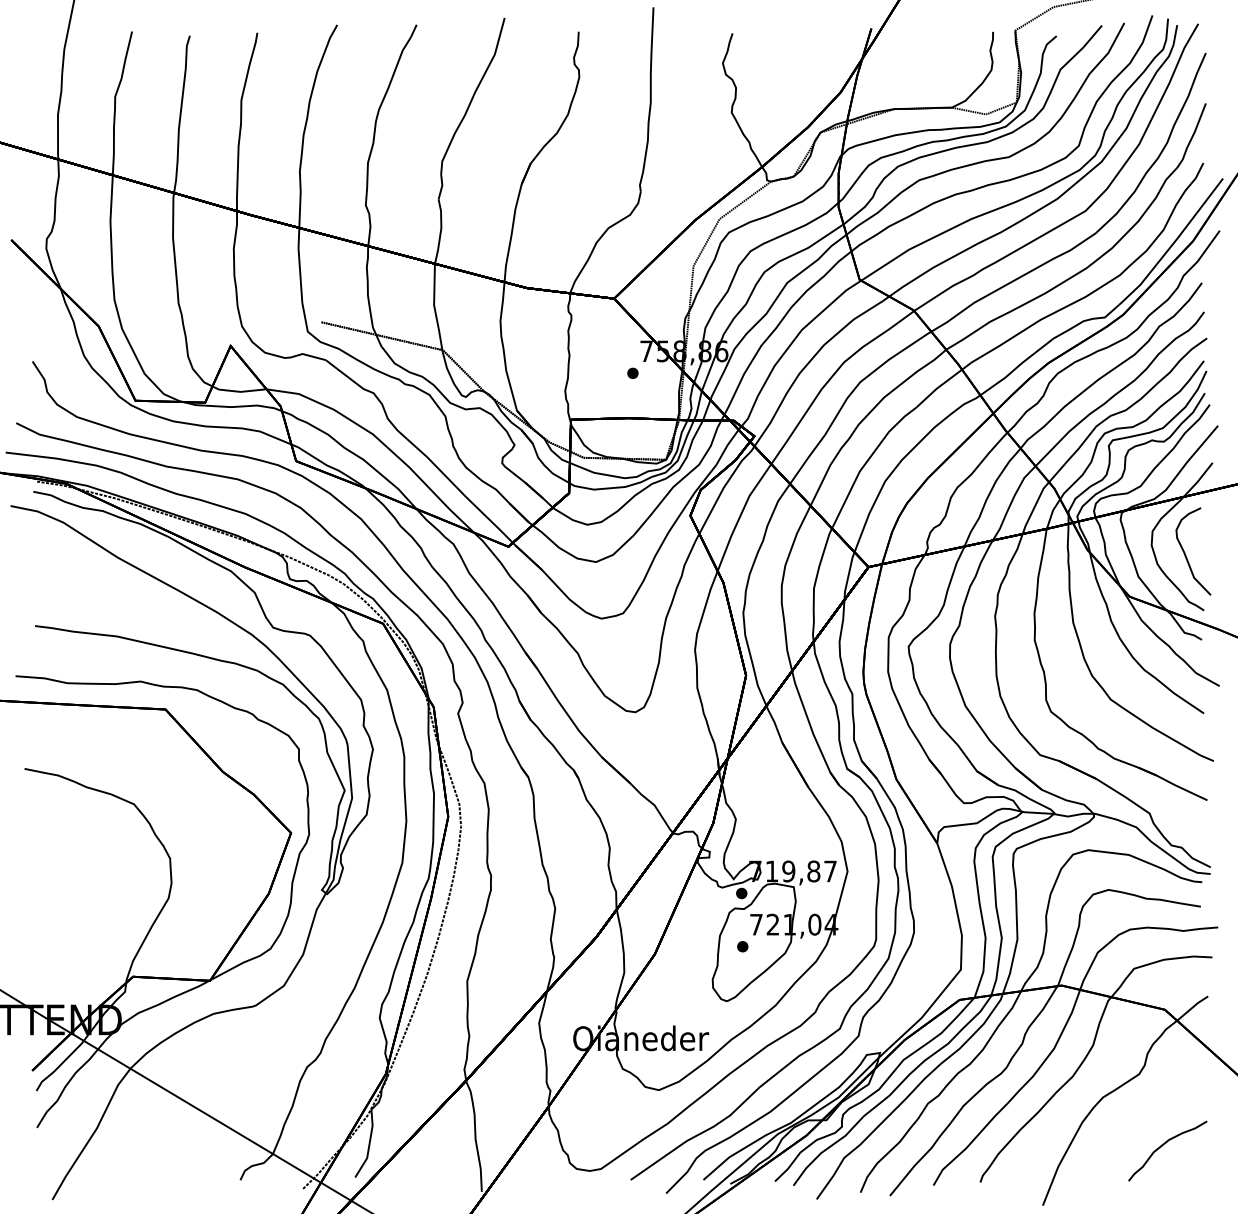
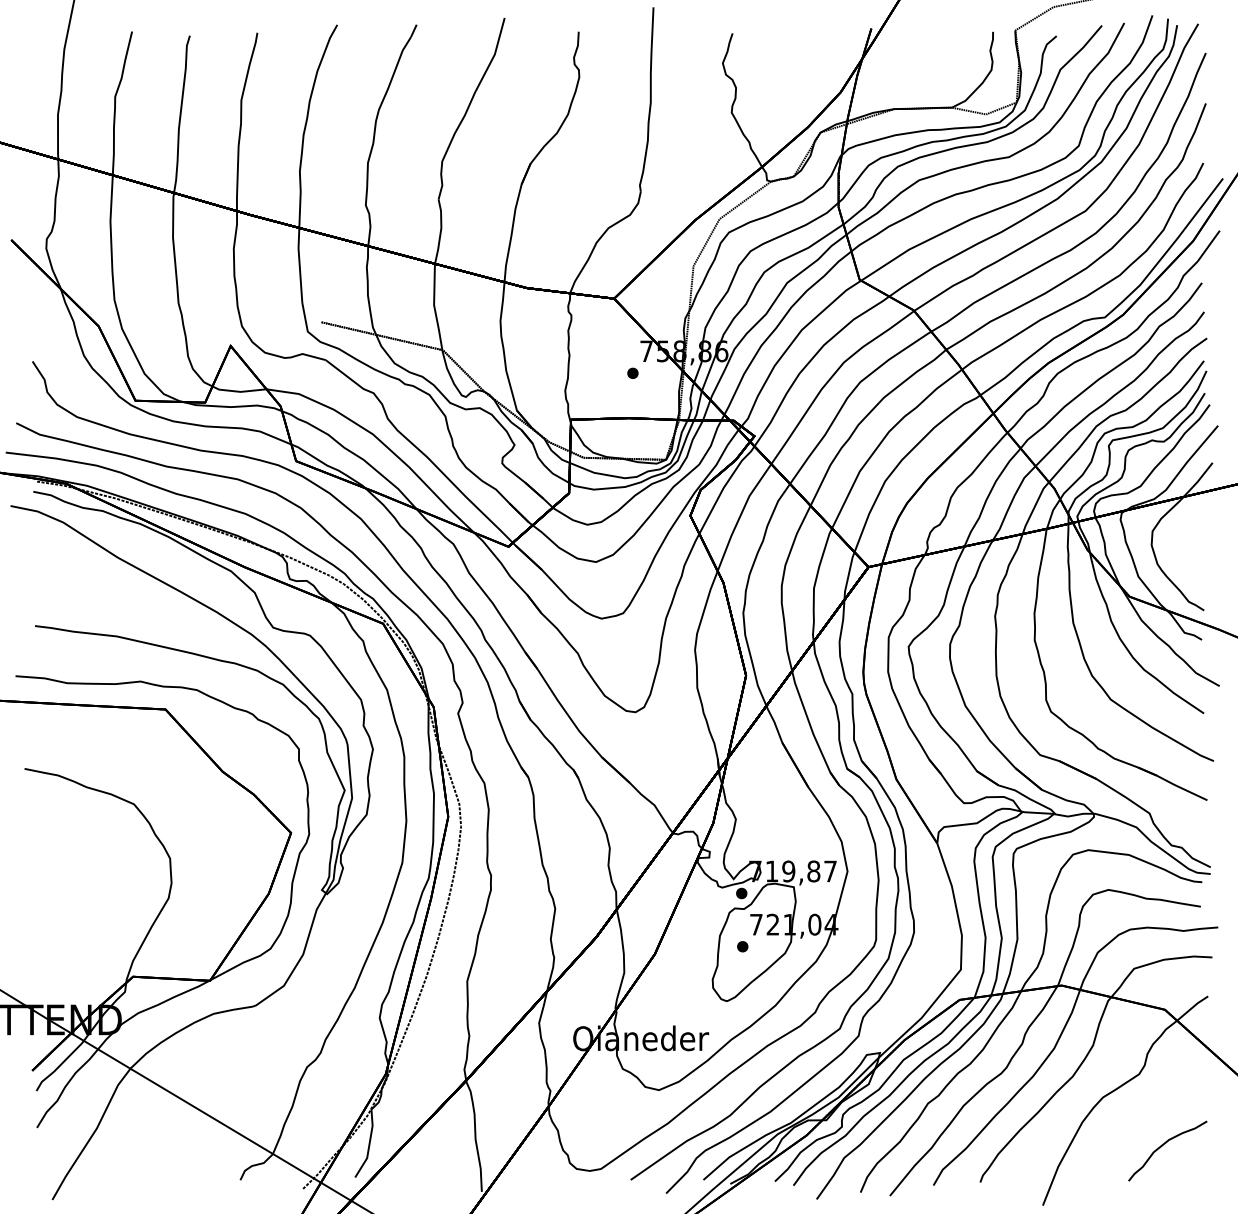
curve at (1185, 552): present -> none
